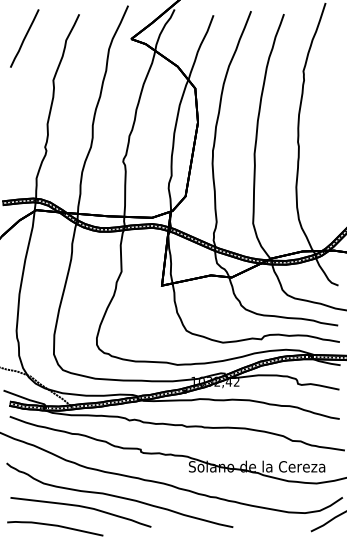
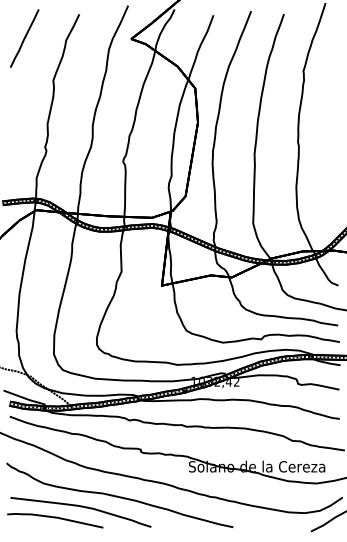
curve at (55, 526) position: (55, 526) -> (55, 518)
